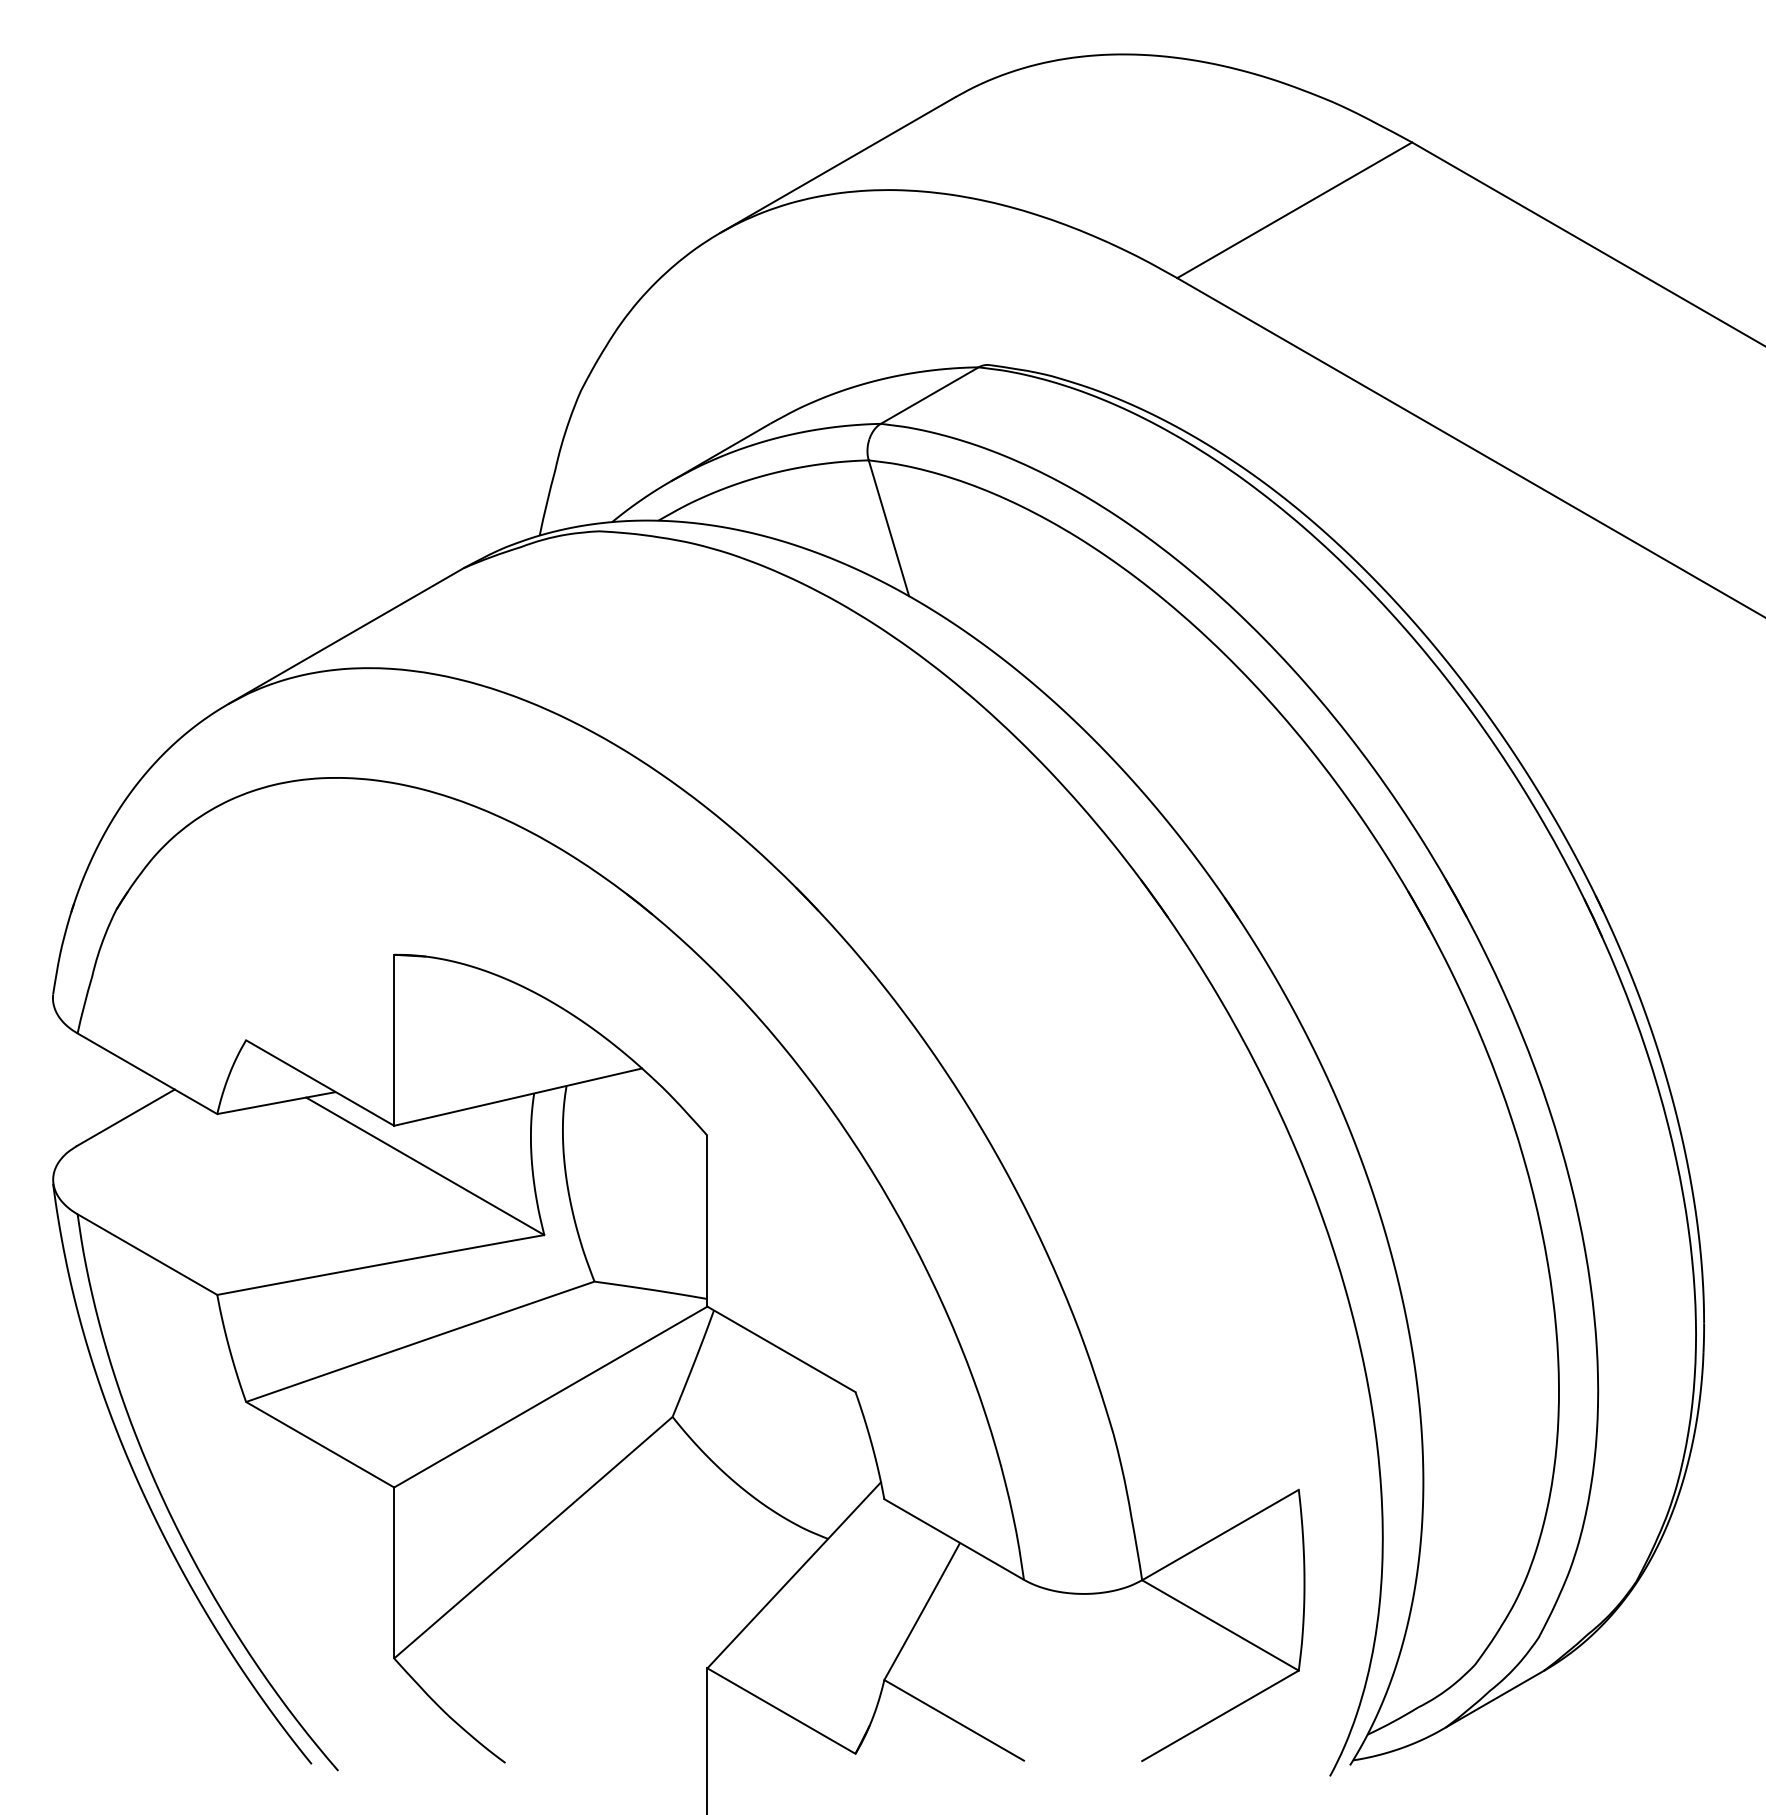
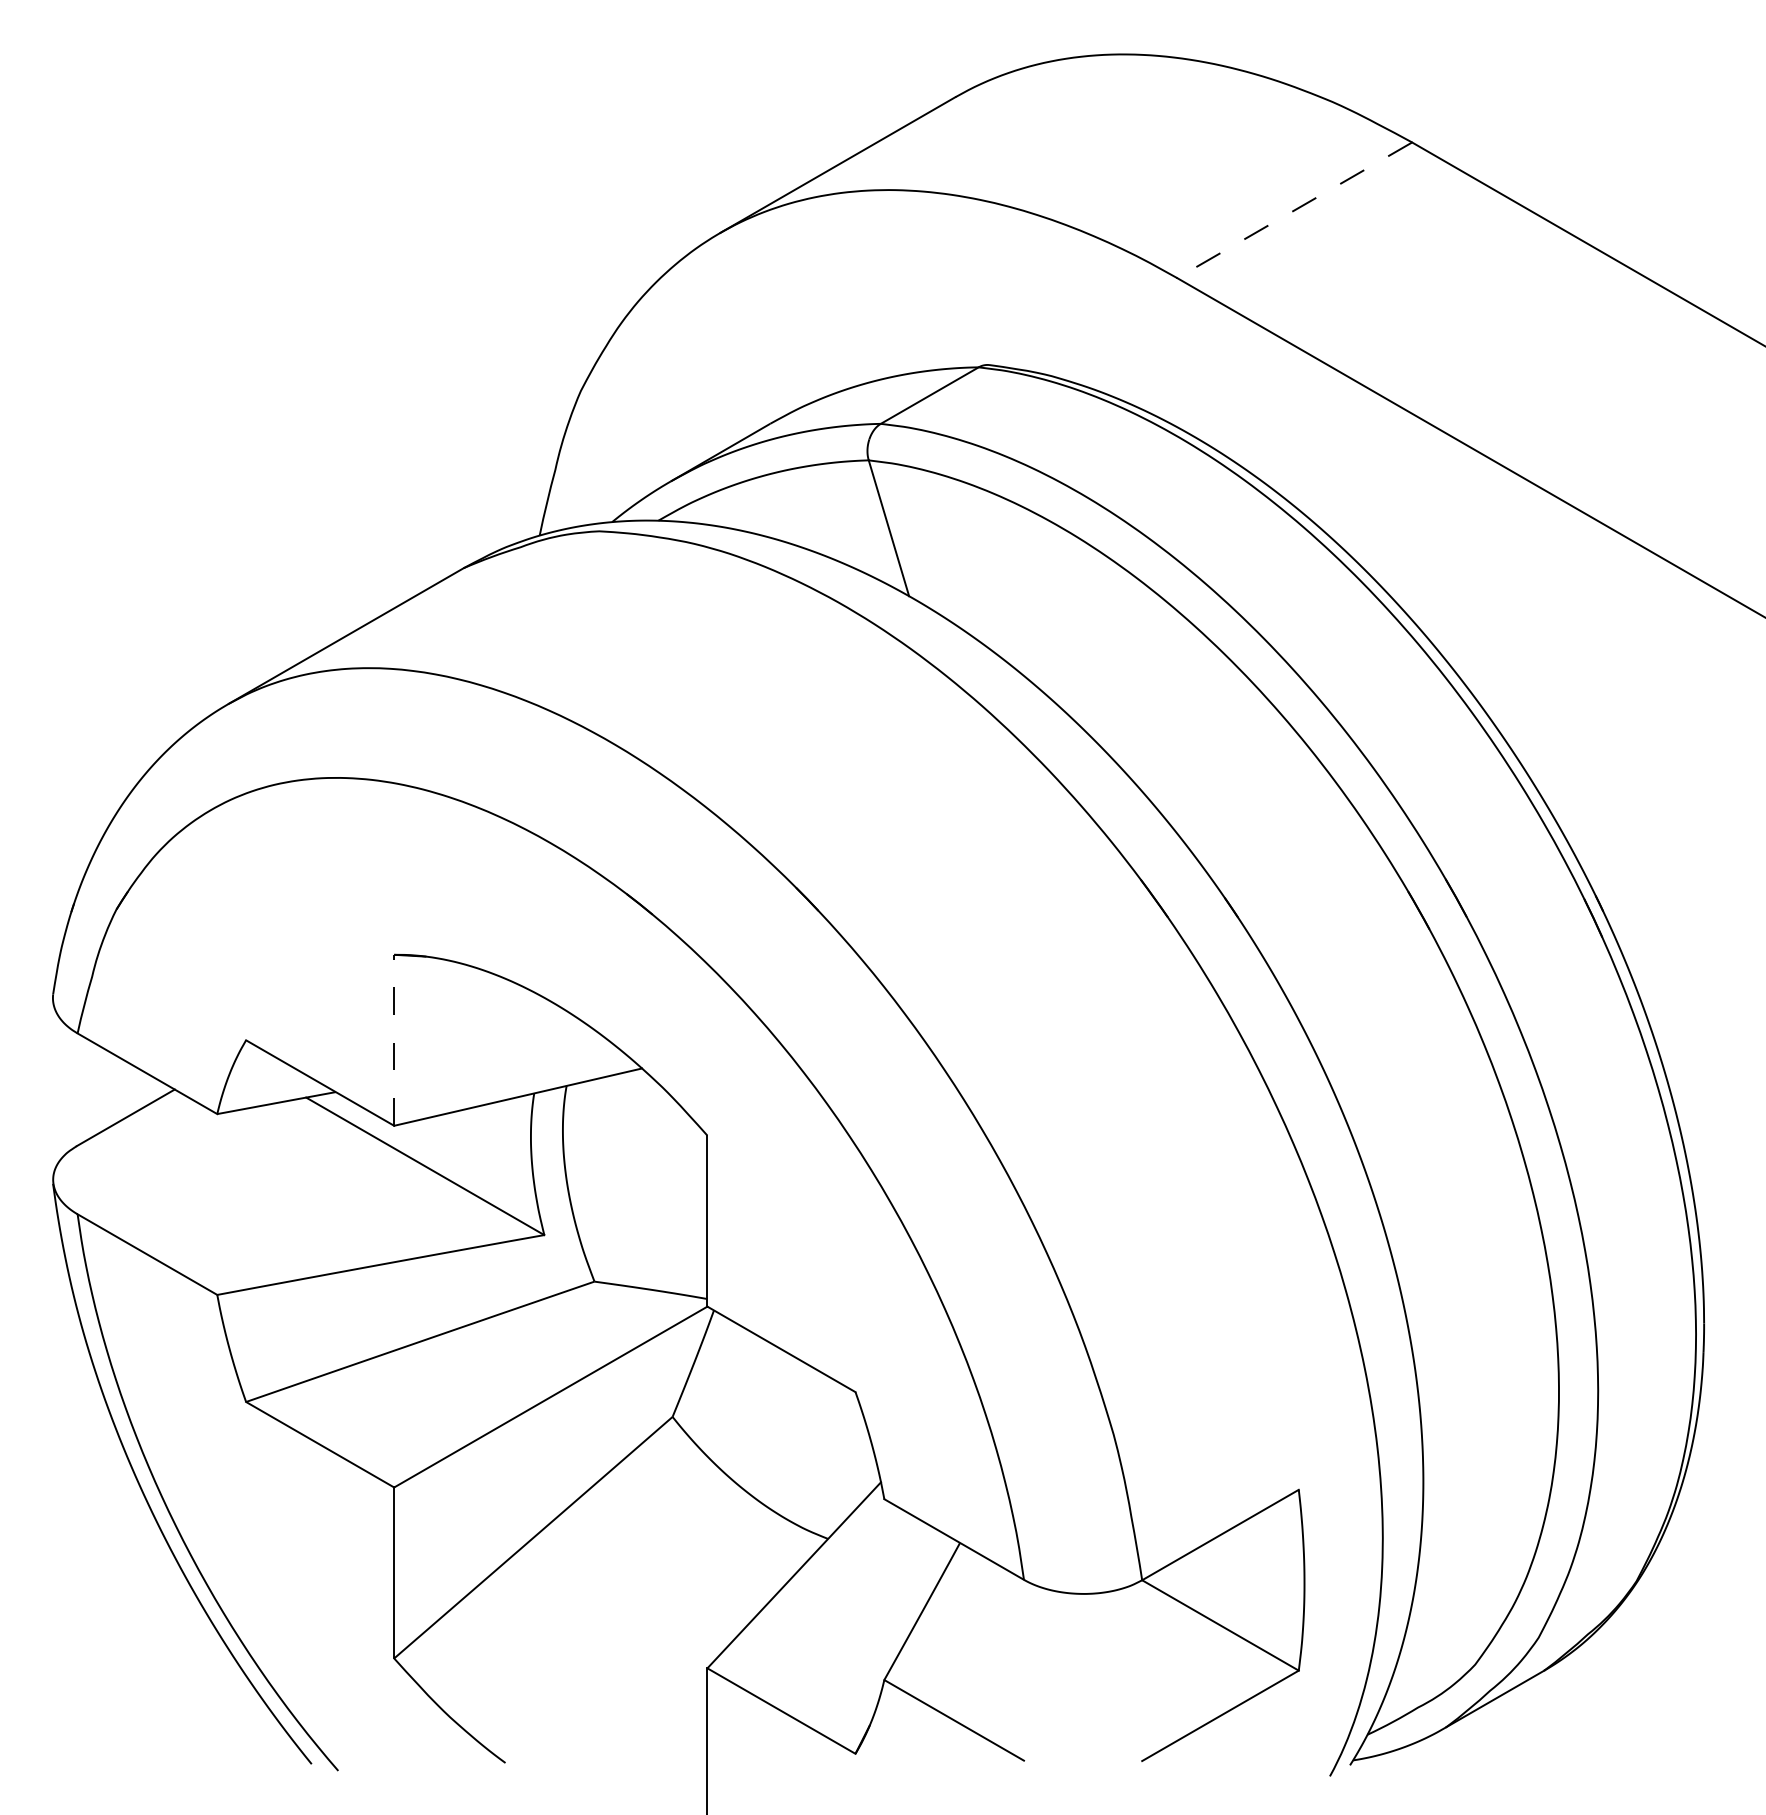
line at (1294, 210): solid -> dashed
line at (394, 1039): solid -> dashed
